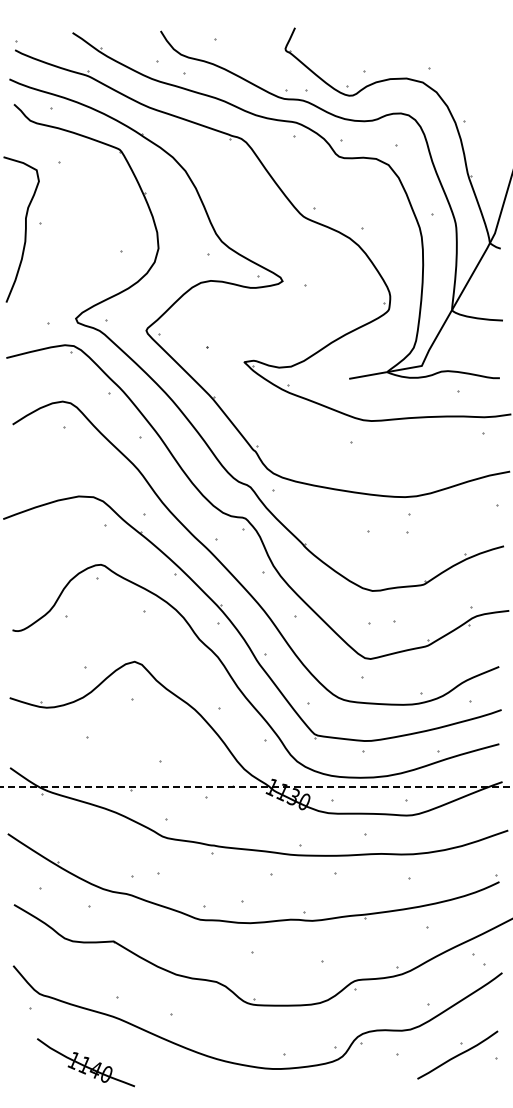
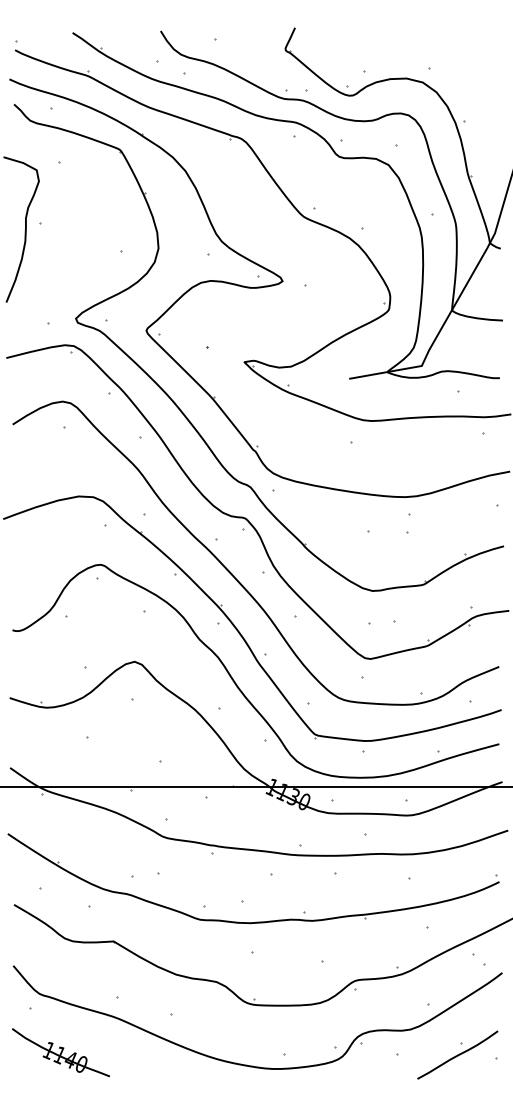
line at (256, 787): dashed -> solid
part at (86, 1062) position: (86, 1062) -> (61, 1052)
